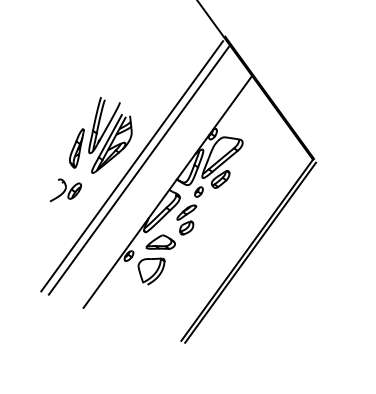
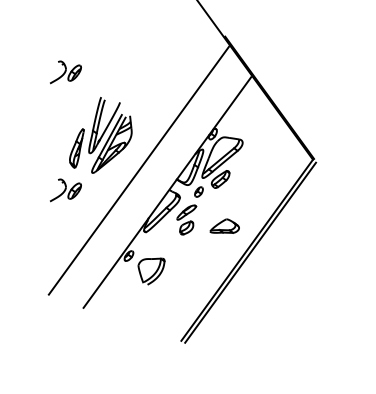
part at (65, 72): none -> present
line at (132, 166): present -> none
part at (160, 241) position: (160, 241) -> (224, 225)
